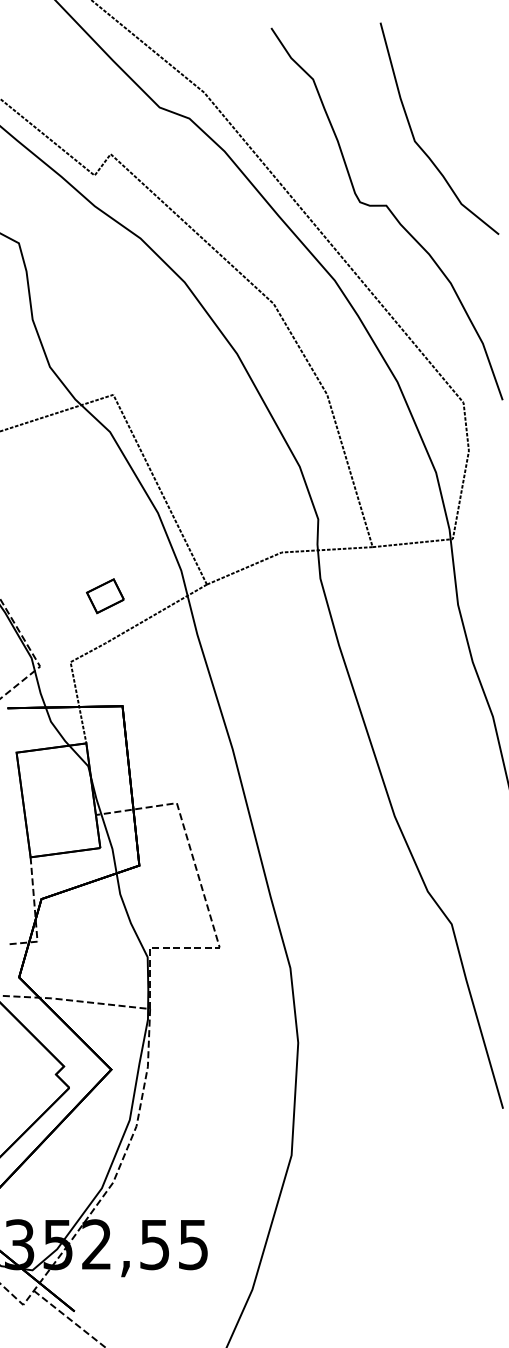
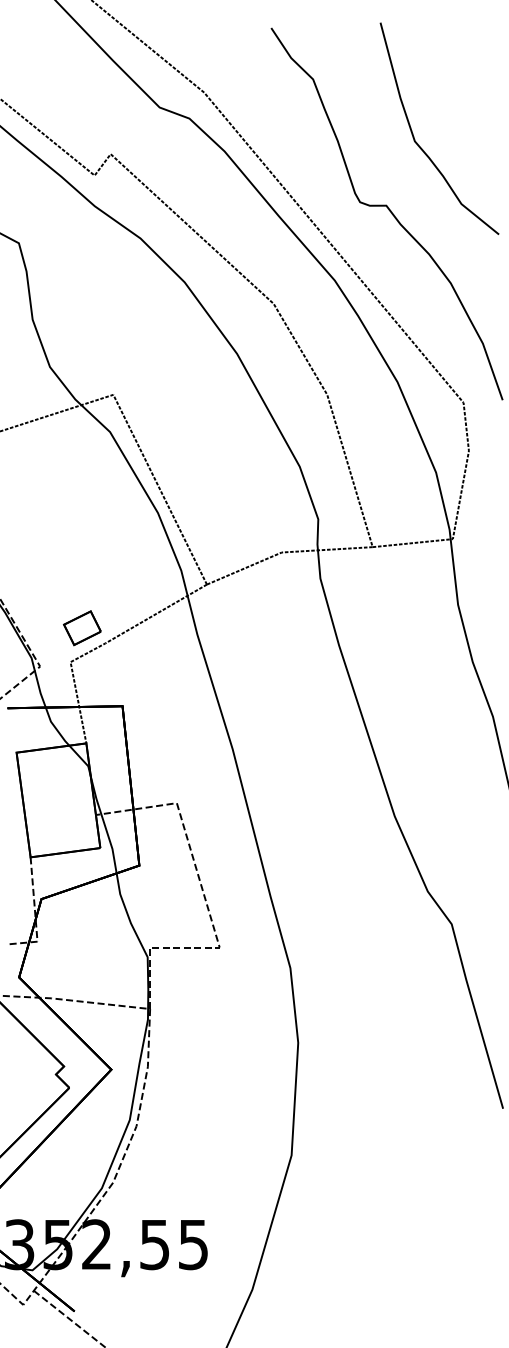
part at (105, 596) position: (105, 596) -> (82, 628)
